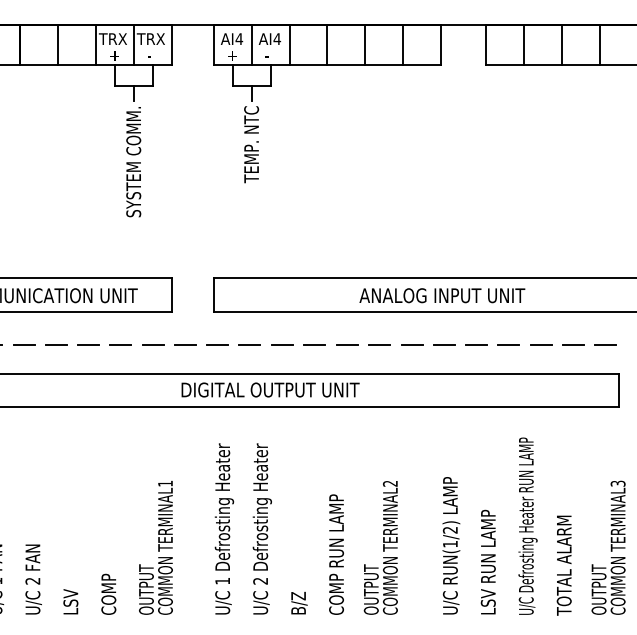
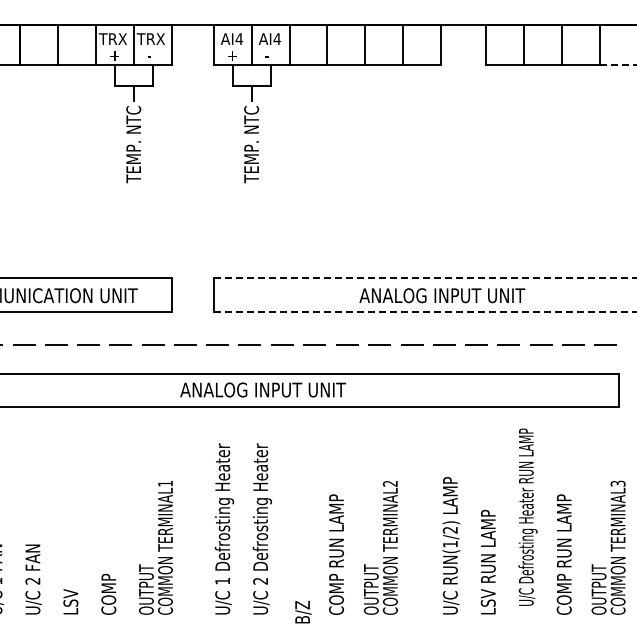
line at (618, 65): solid -> dashed
text at (133, 161): SYSTEM COMM. -> TEMP. NTC
line at (425, 278): solid -> dashed
line at (425, 311): solid -> dashed
text at (269, 389): DIGITAL OUTPUT UNIT -> ANALOG INPUT UNIT
text at (527, 525) position: (527, 525) -> (527, 516)
text at (563, 554): TOTAL ALARM -> COMP RUN LAMP
text at (299, 602) position: (299, 602) -> (303, 611)
